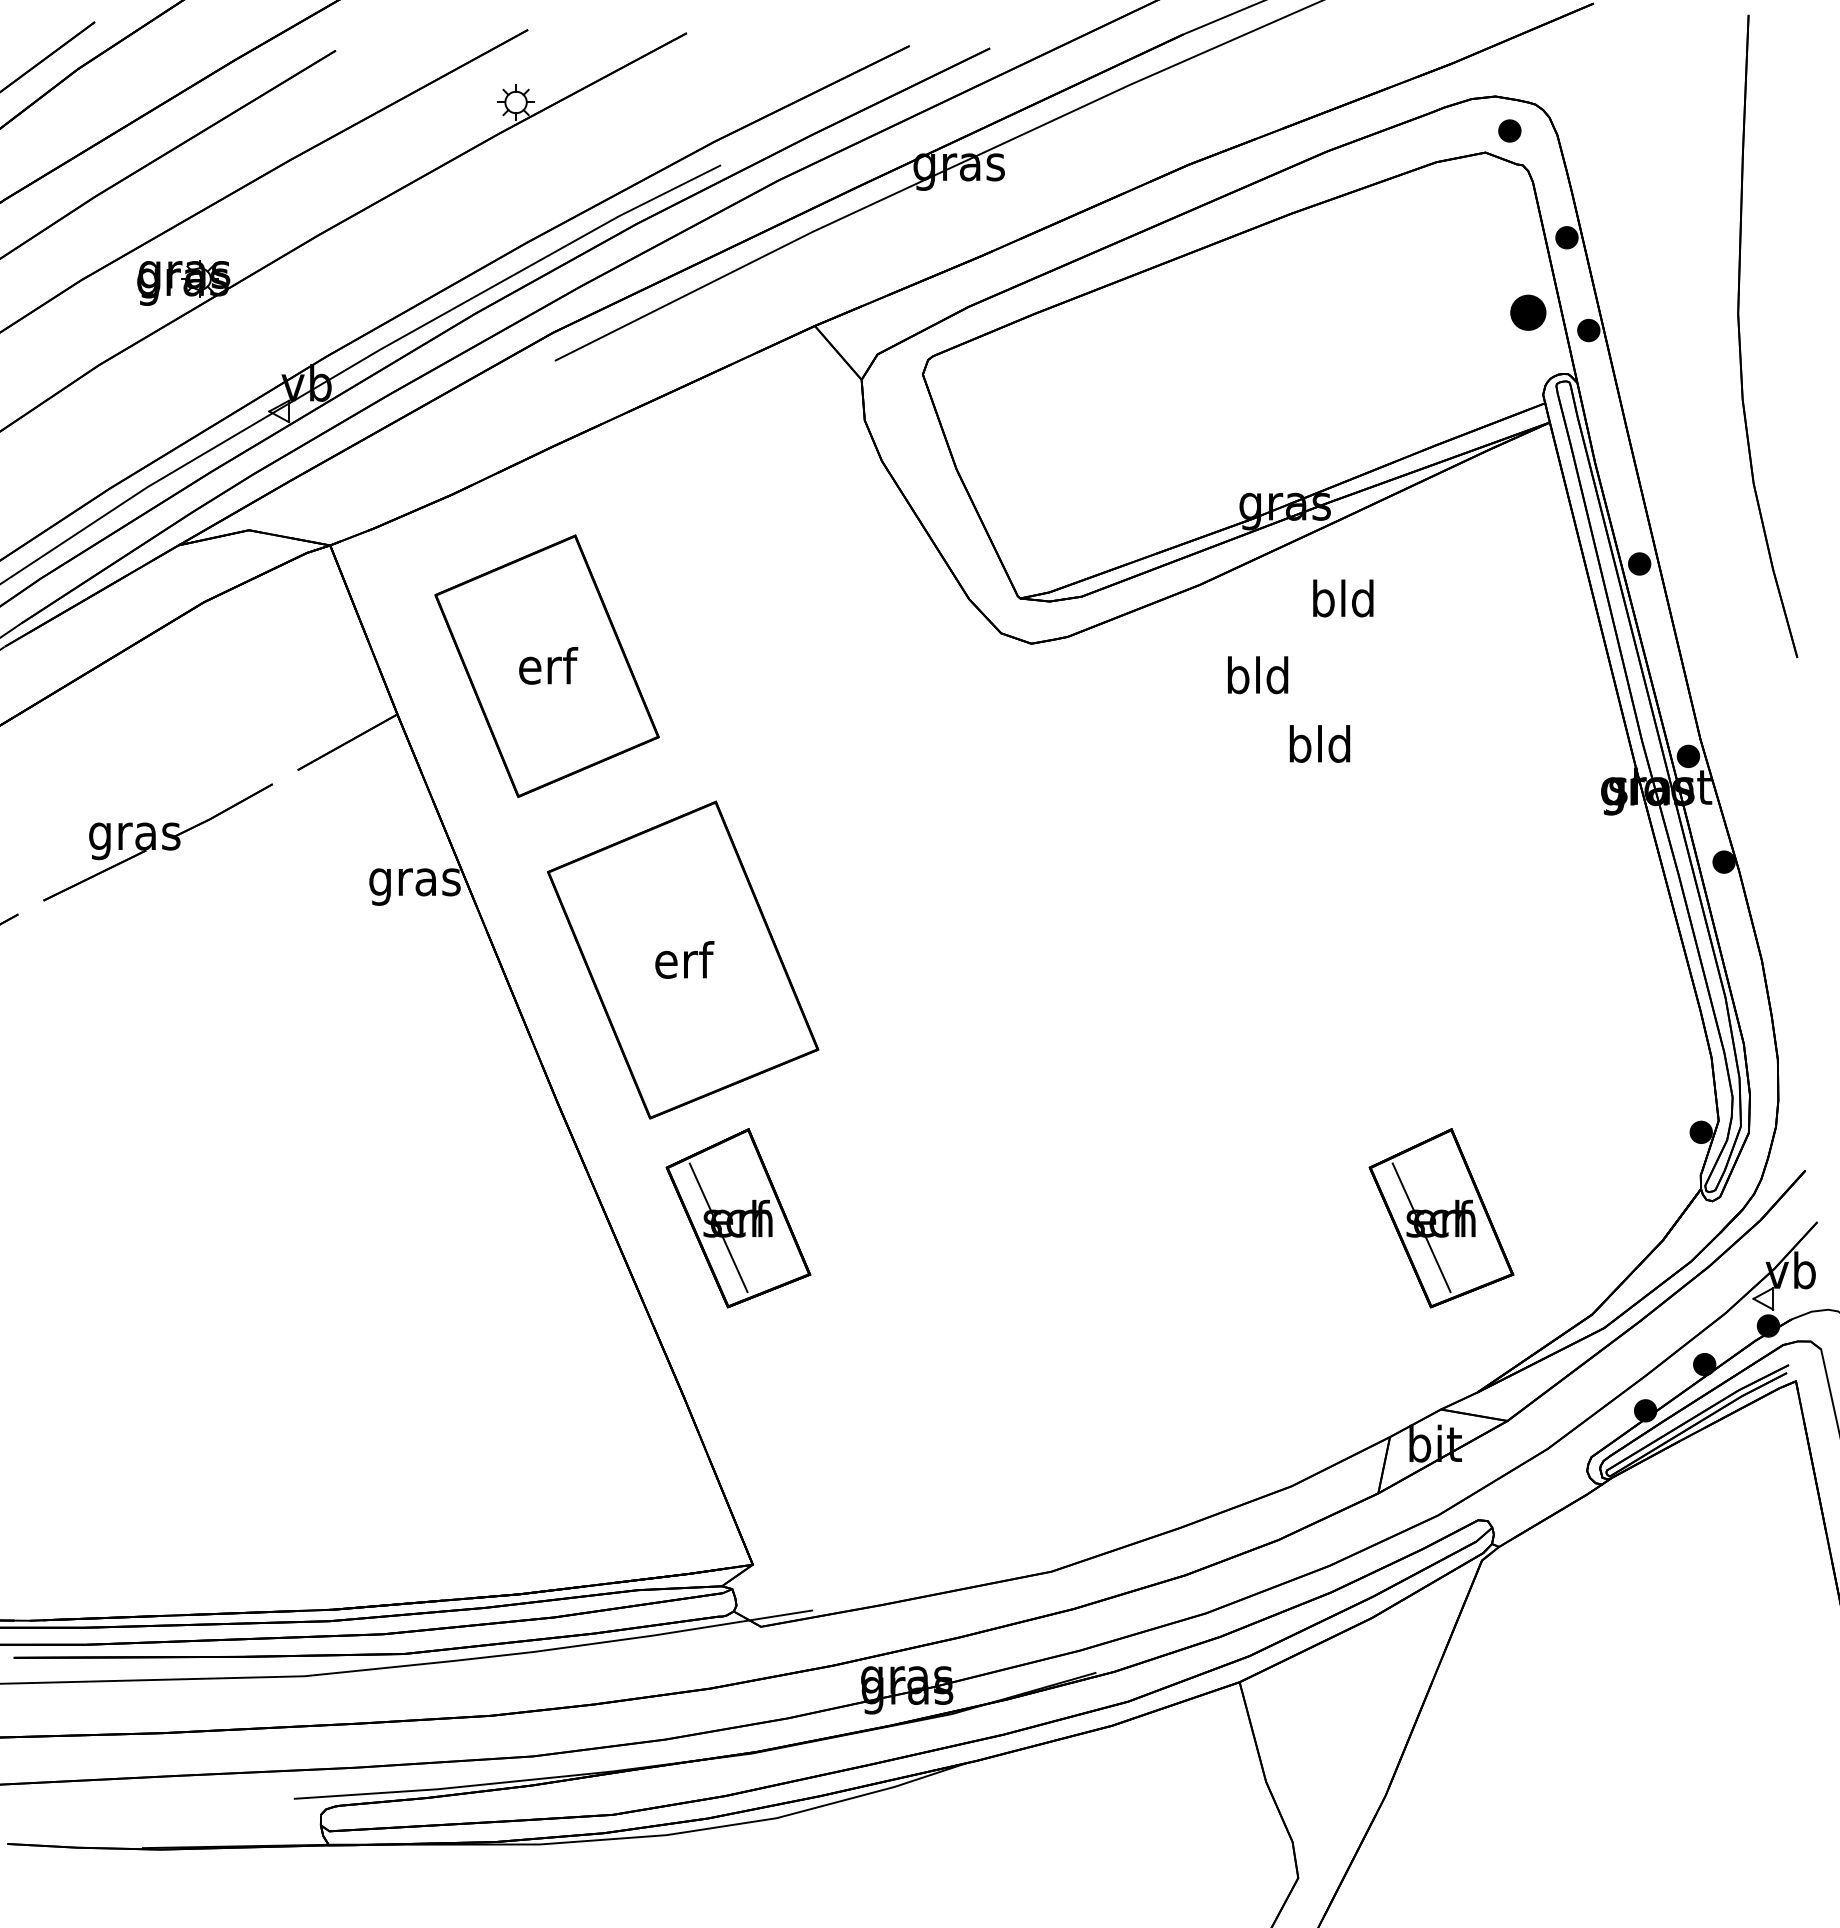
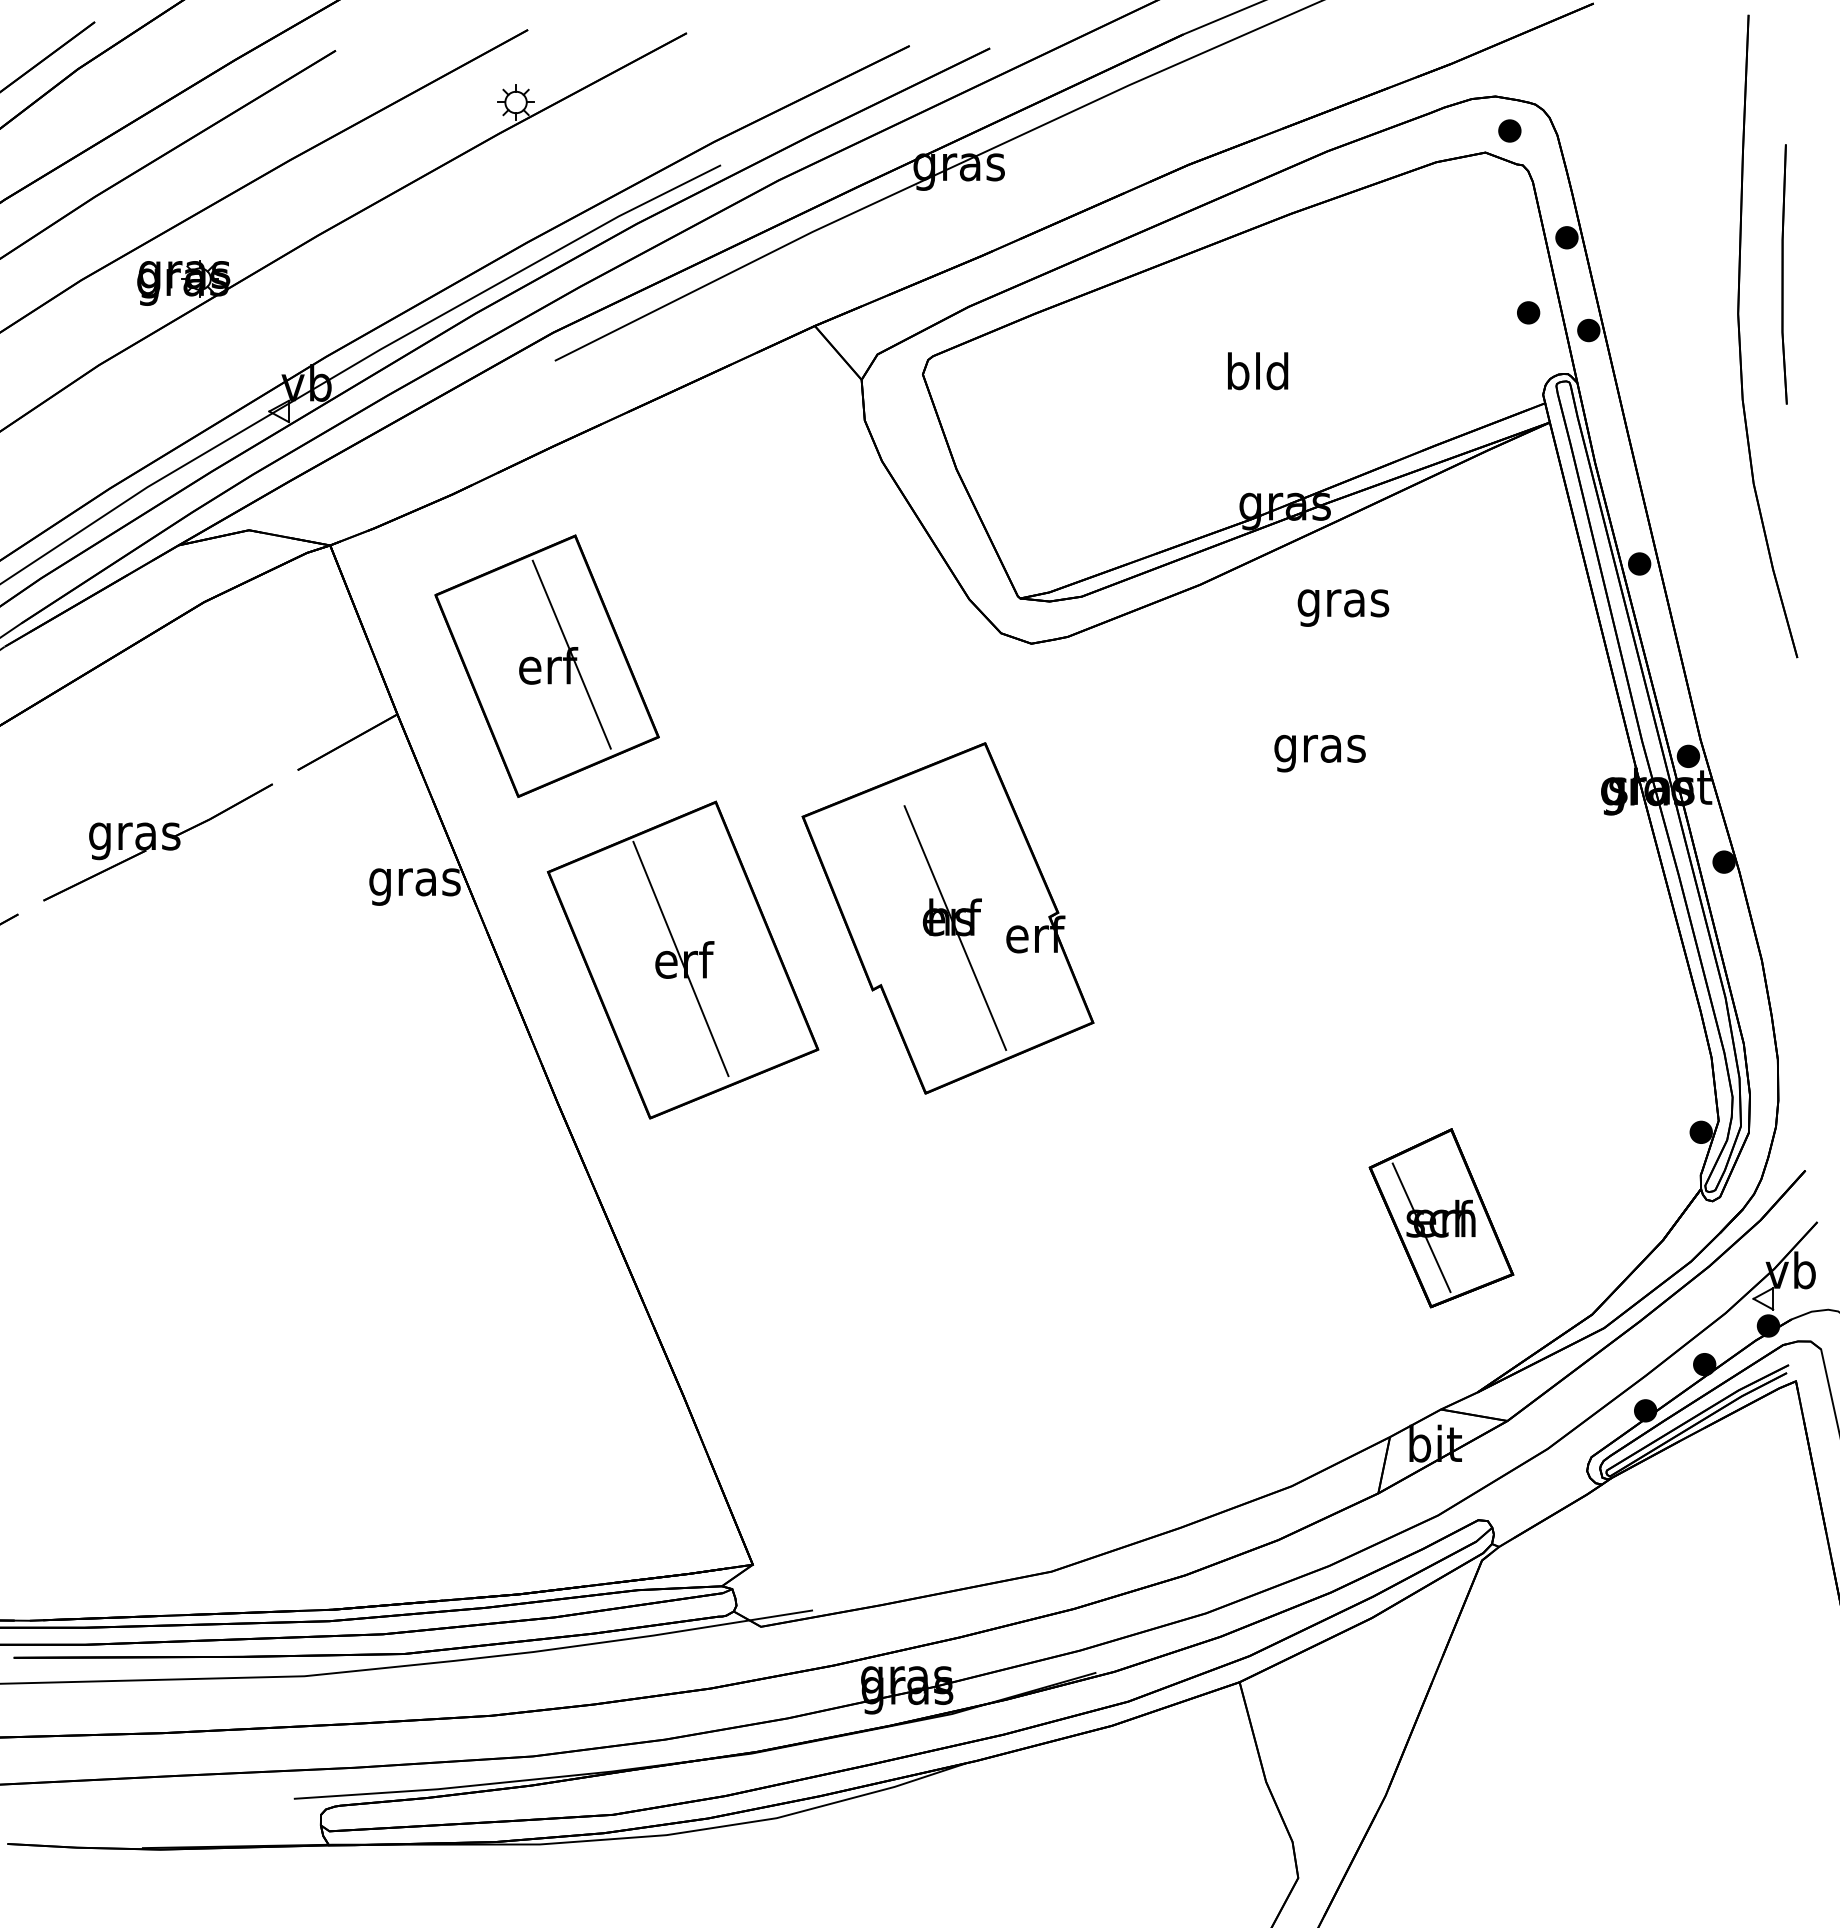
part at (1784, 274): none -> present
part at (1528, 312) size: 37x37 px -> 24x24 px
text at (1343, 602): bld -> gras
line at (571, 654): none -> present
text at (1258, 675) position: (1258, 675) -> (1258, 371)
text at (1319, 748): bld -> gras
part at (947, 918): none -> present
line at (680, 958): none -> present
part at (738, 1218): present -> none
